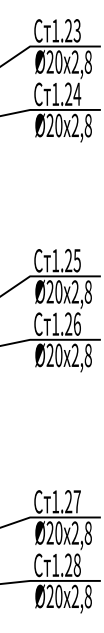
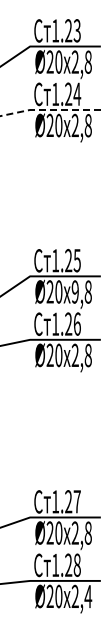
line at (50, 109): solid -> dashed
text at (74, 291): 2,8 -> 9,8
text at (88, 596): 2,8 -> 2,4
